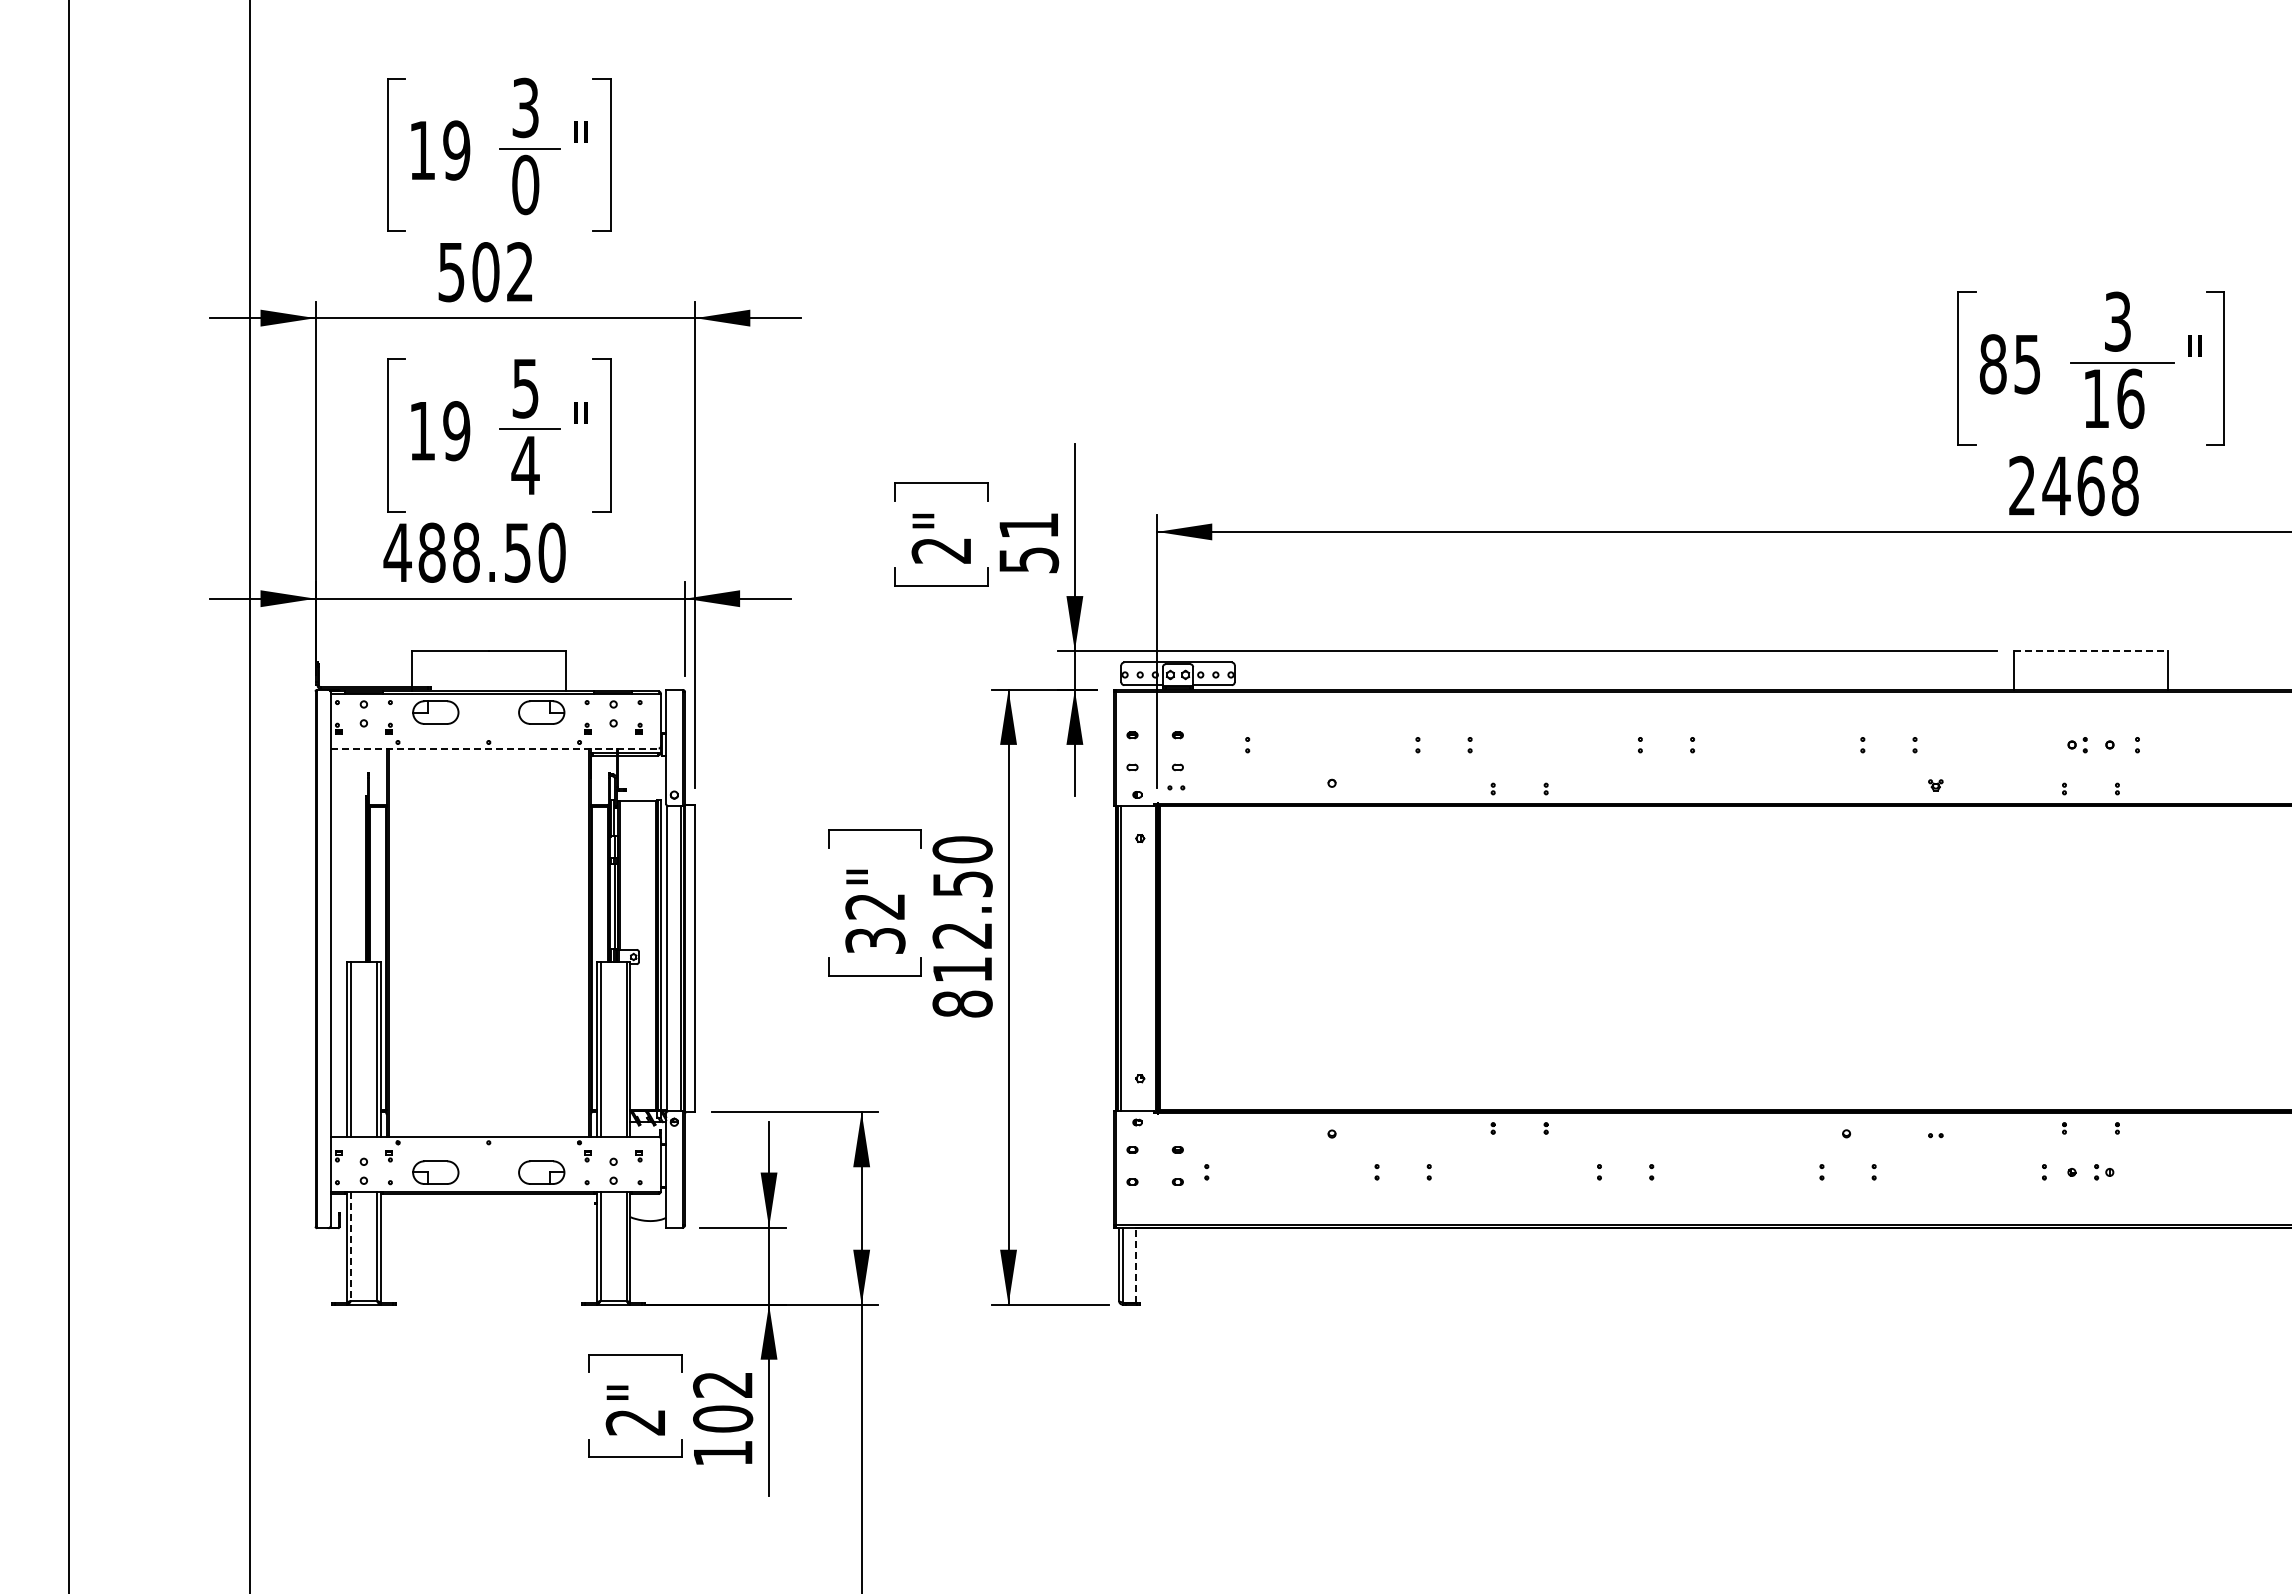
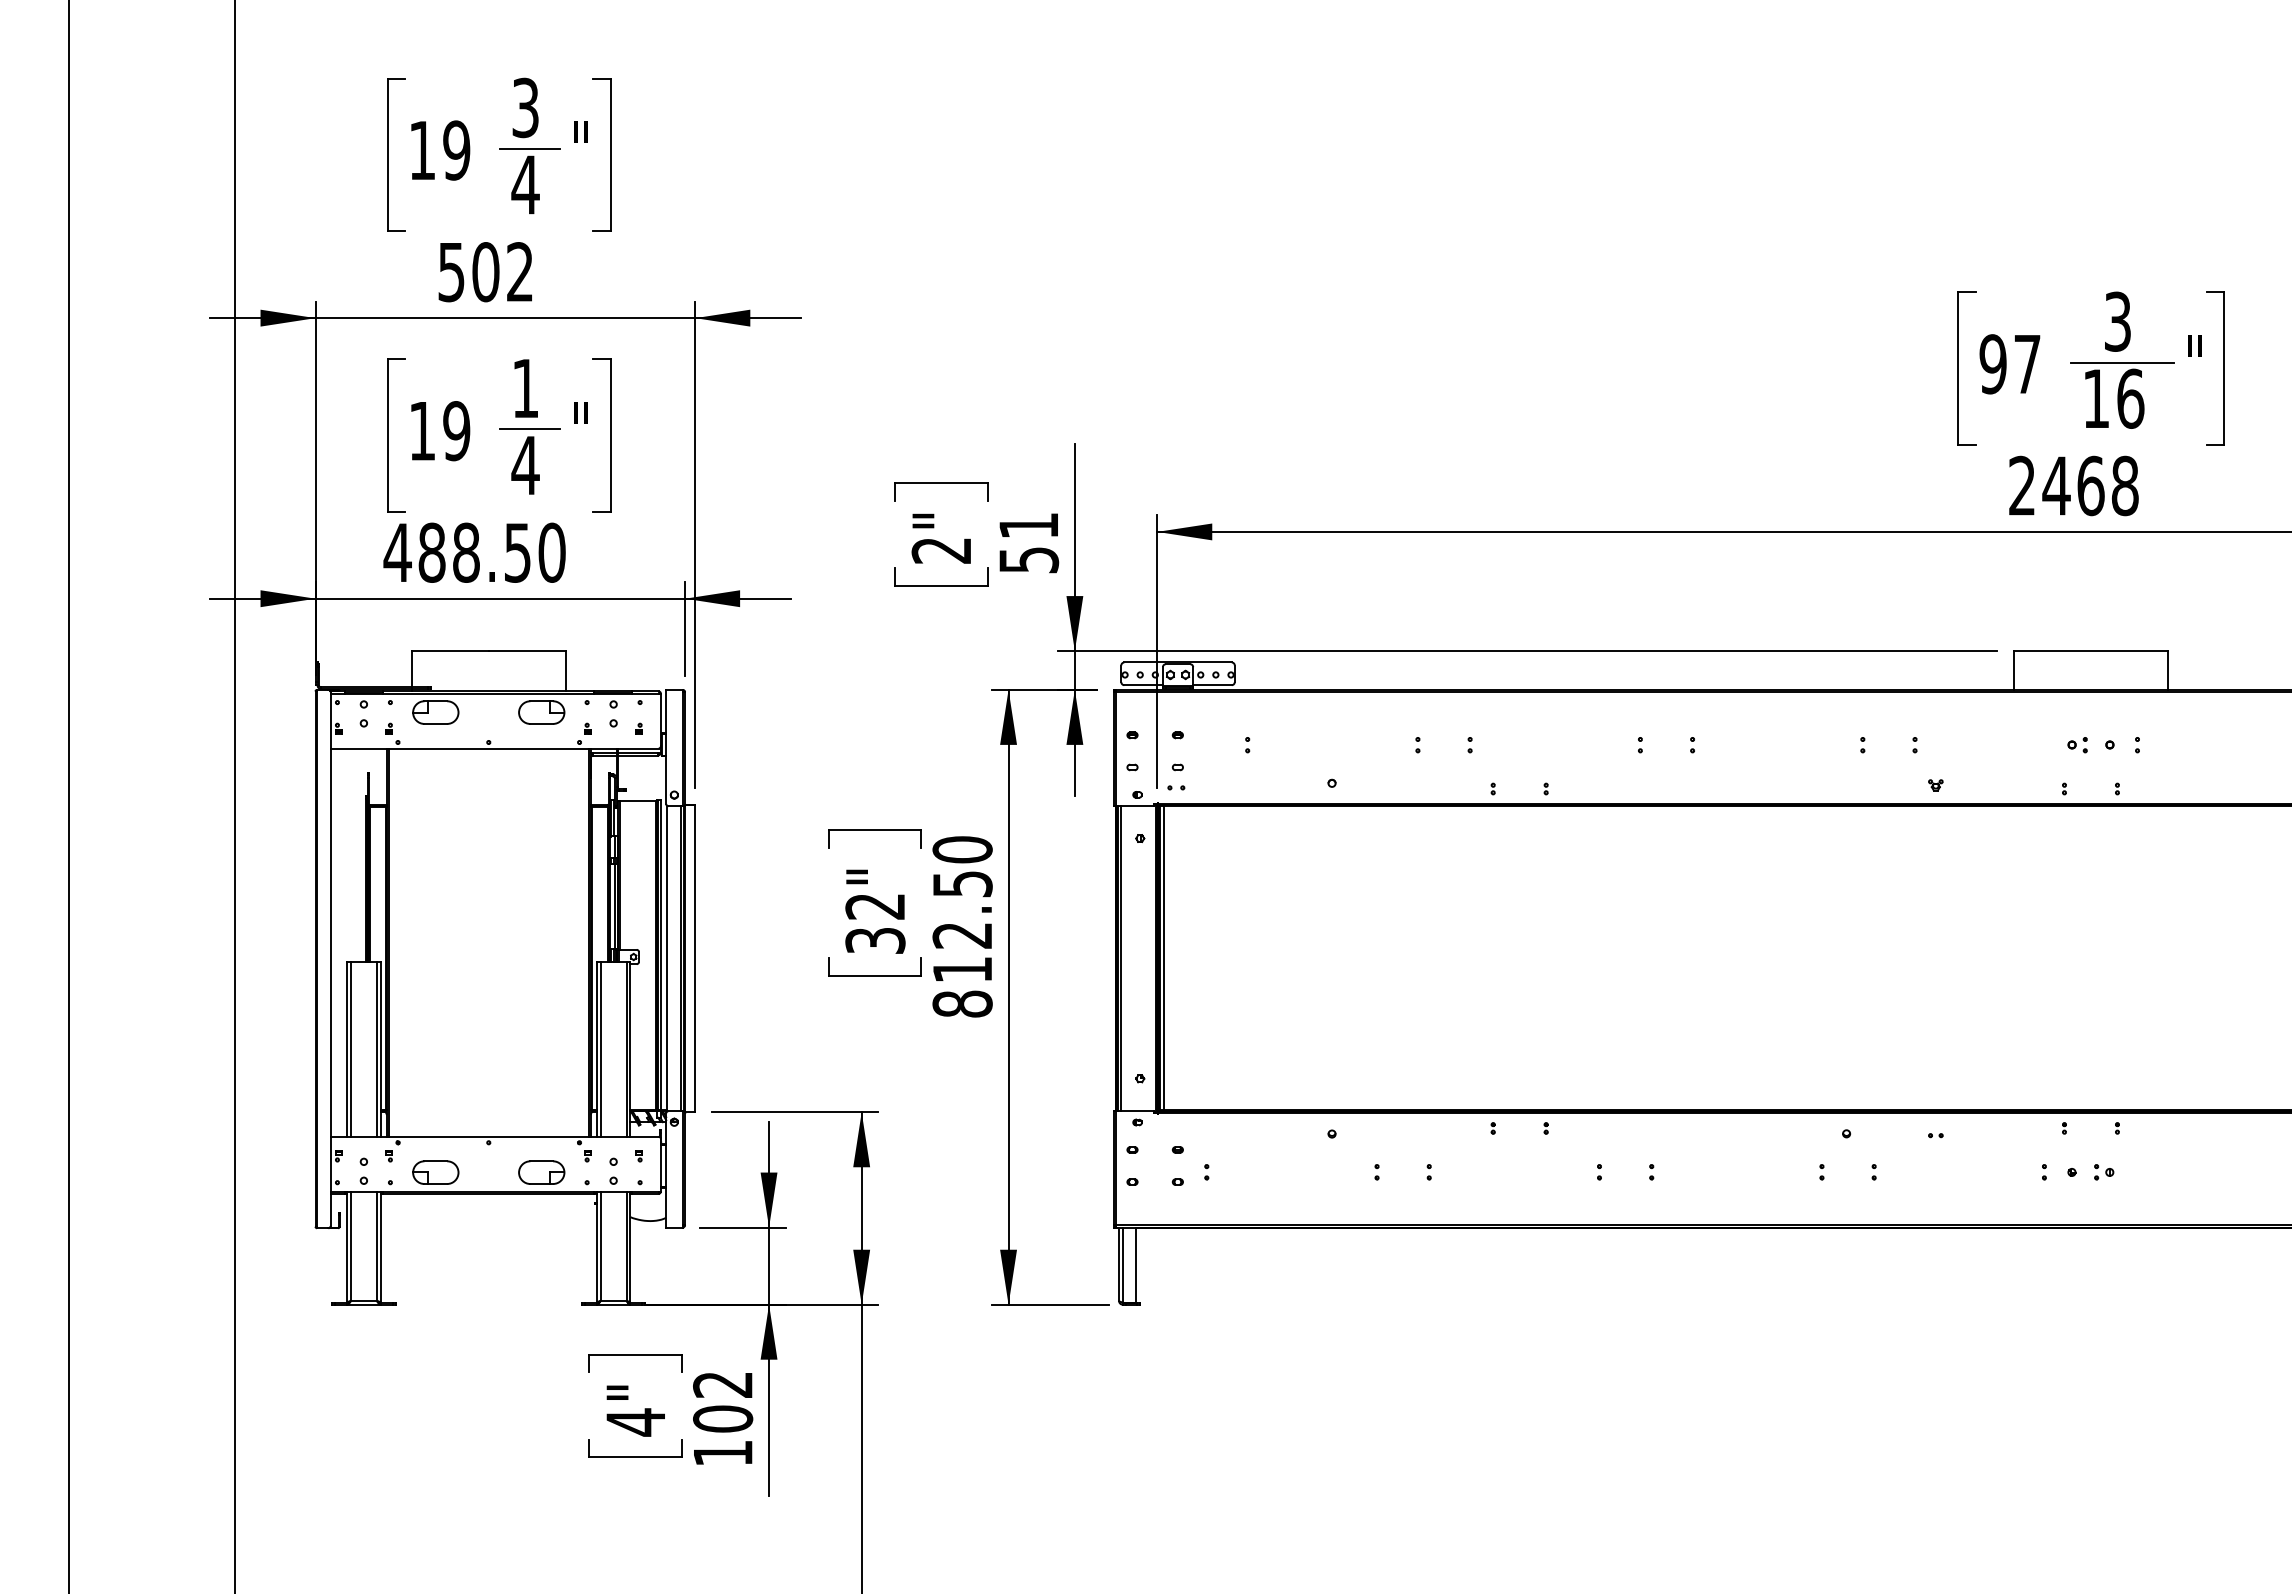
text at (525, 184): 0 -> 4
text at (2009, 364): 85 -> 97
text at (525, 388): 5 -> 1
line at (2090, 651): dashed -> solid
line at (495, 748): dashed -> solid
line at (250, 796) position: (250, 796) -> (235, 796)
line at (1164, 958): none -> present
line at (351, 1246): dashed -> solid
line at (1136, 1265): dashed -> solid
text at (634, 1422): 2" -> 4"
